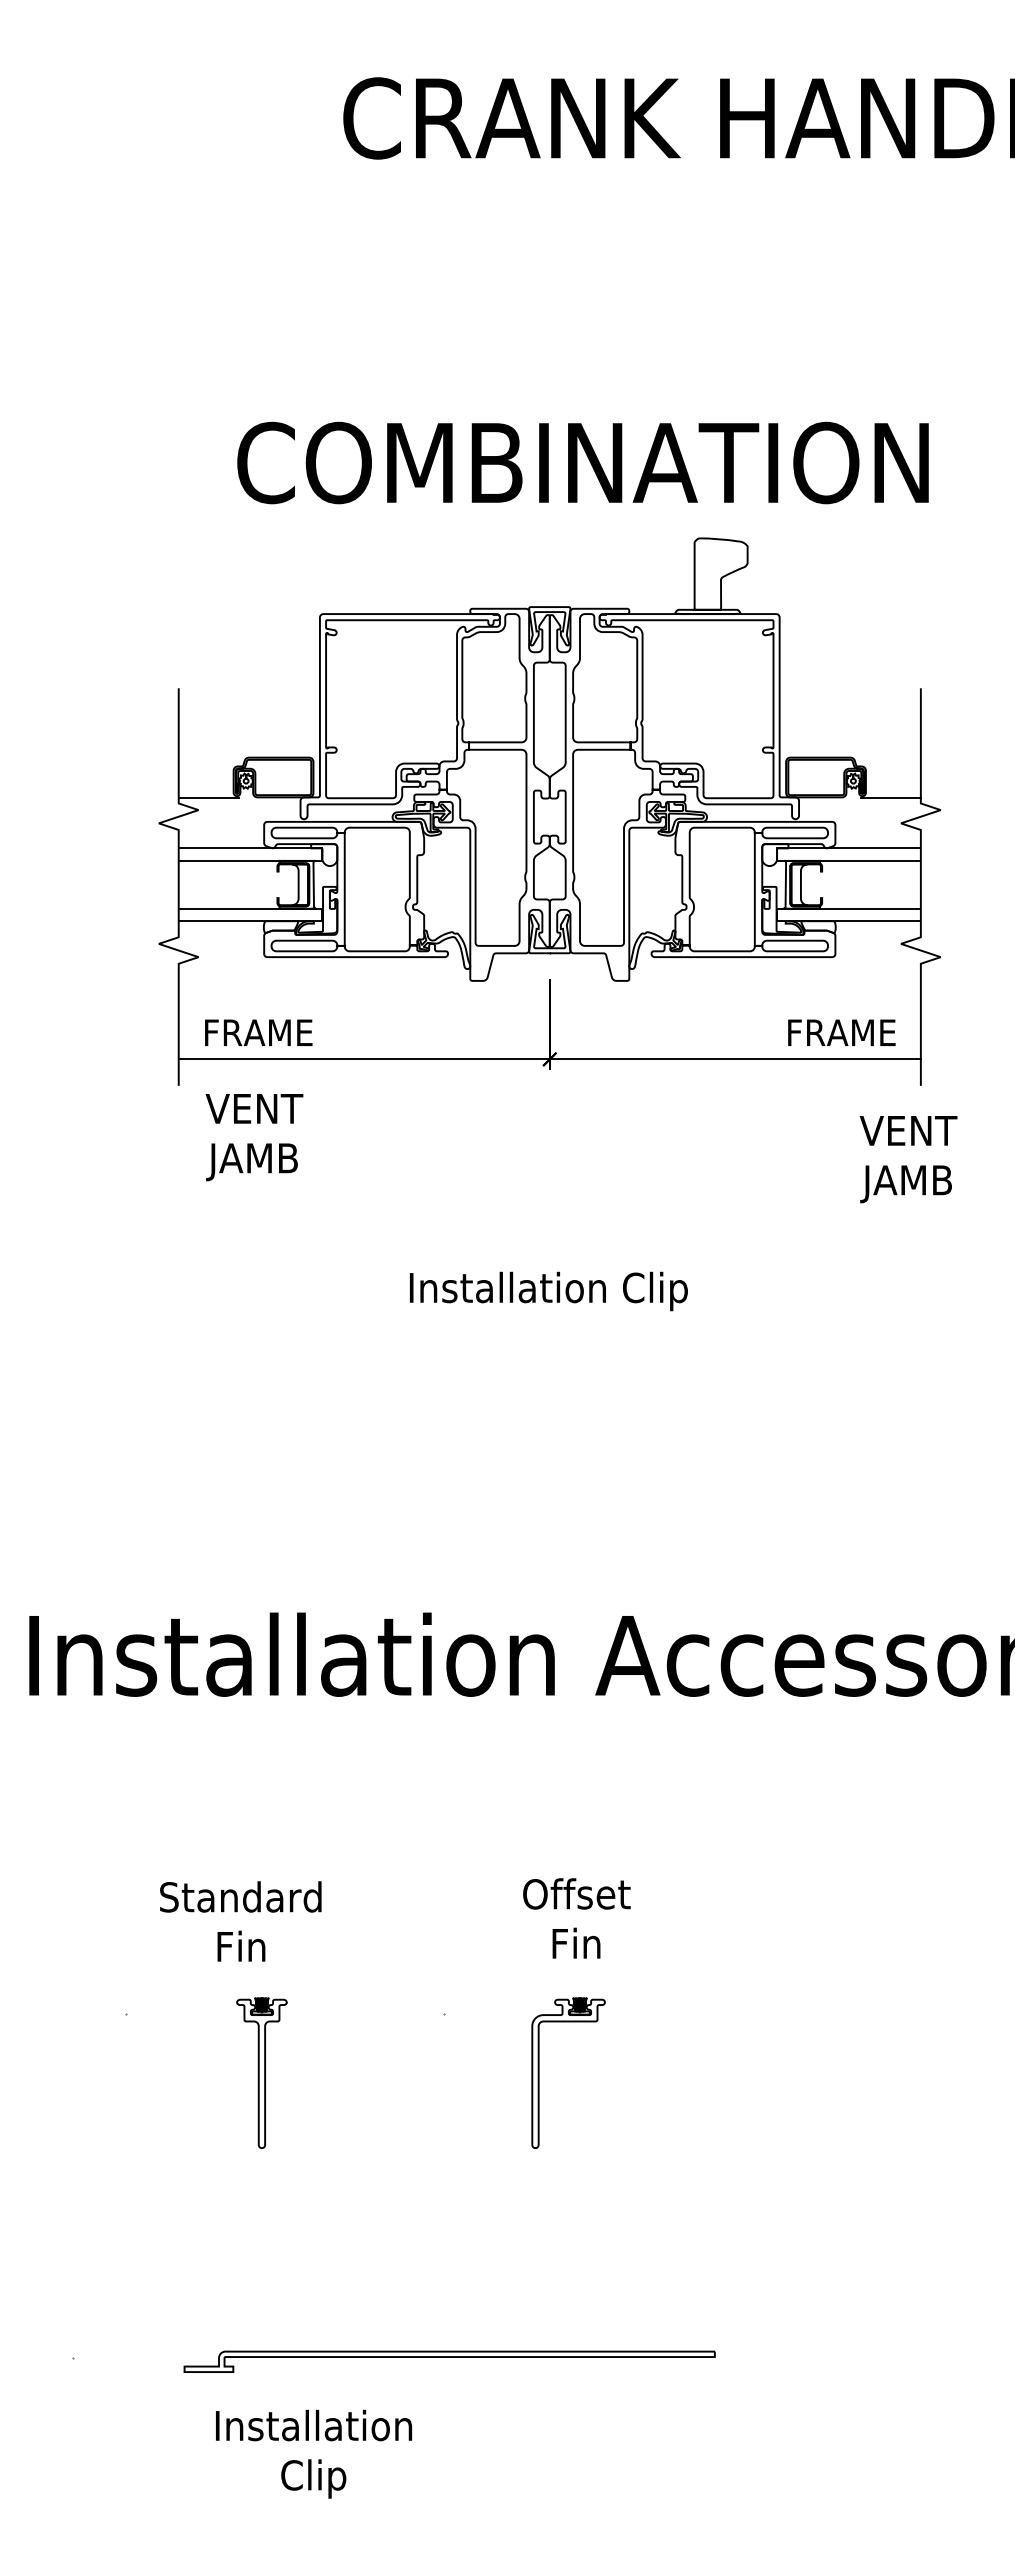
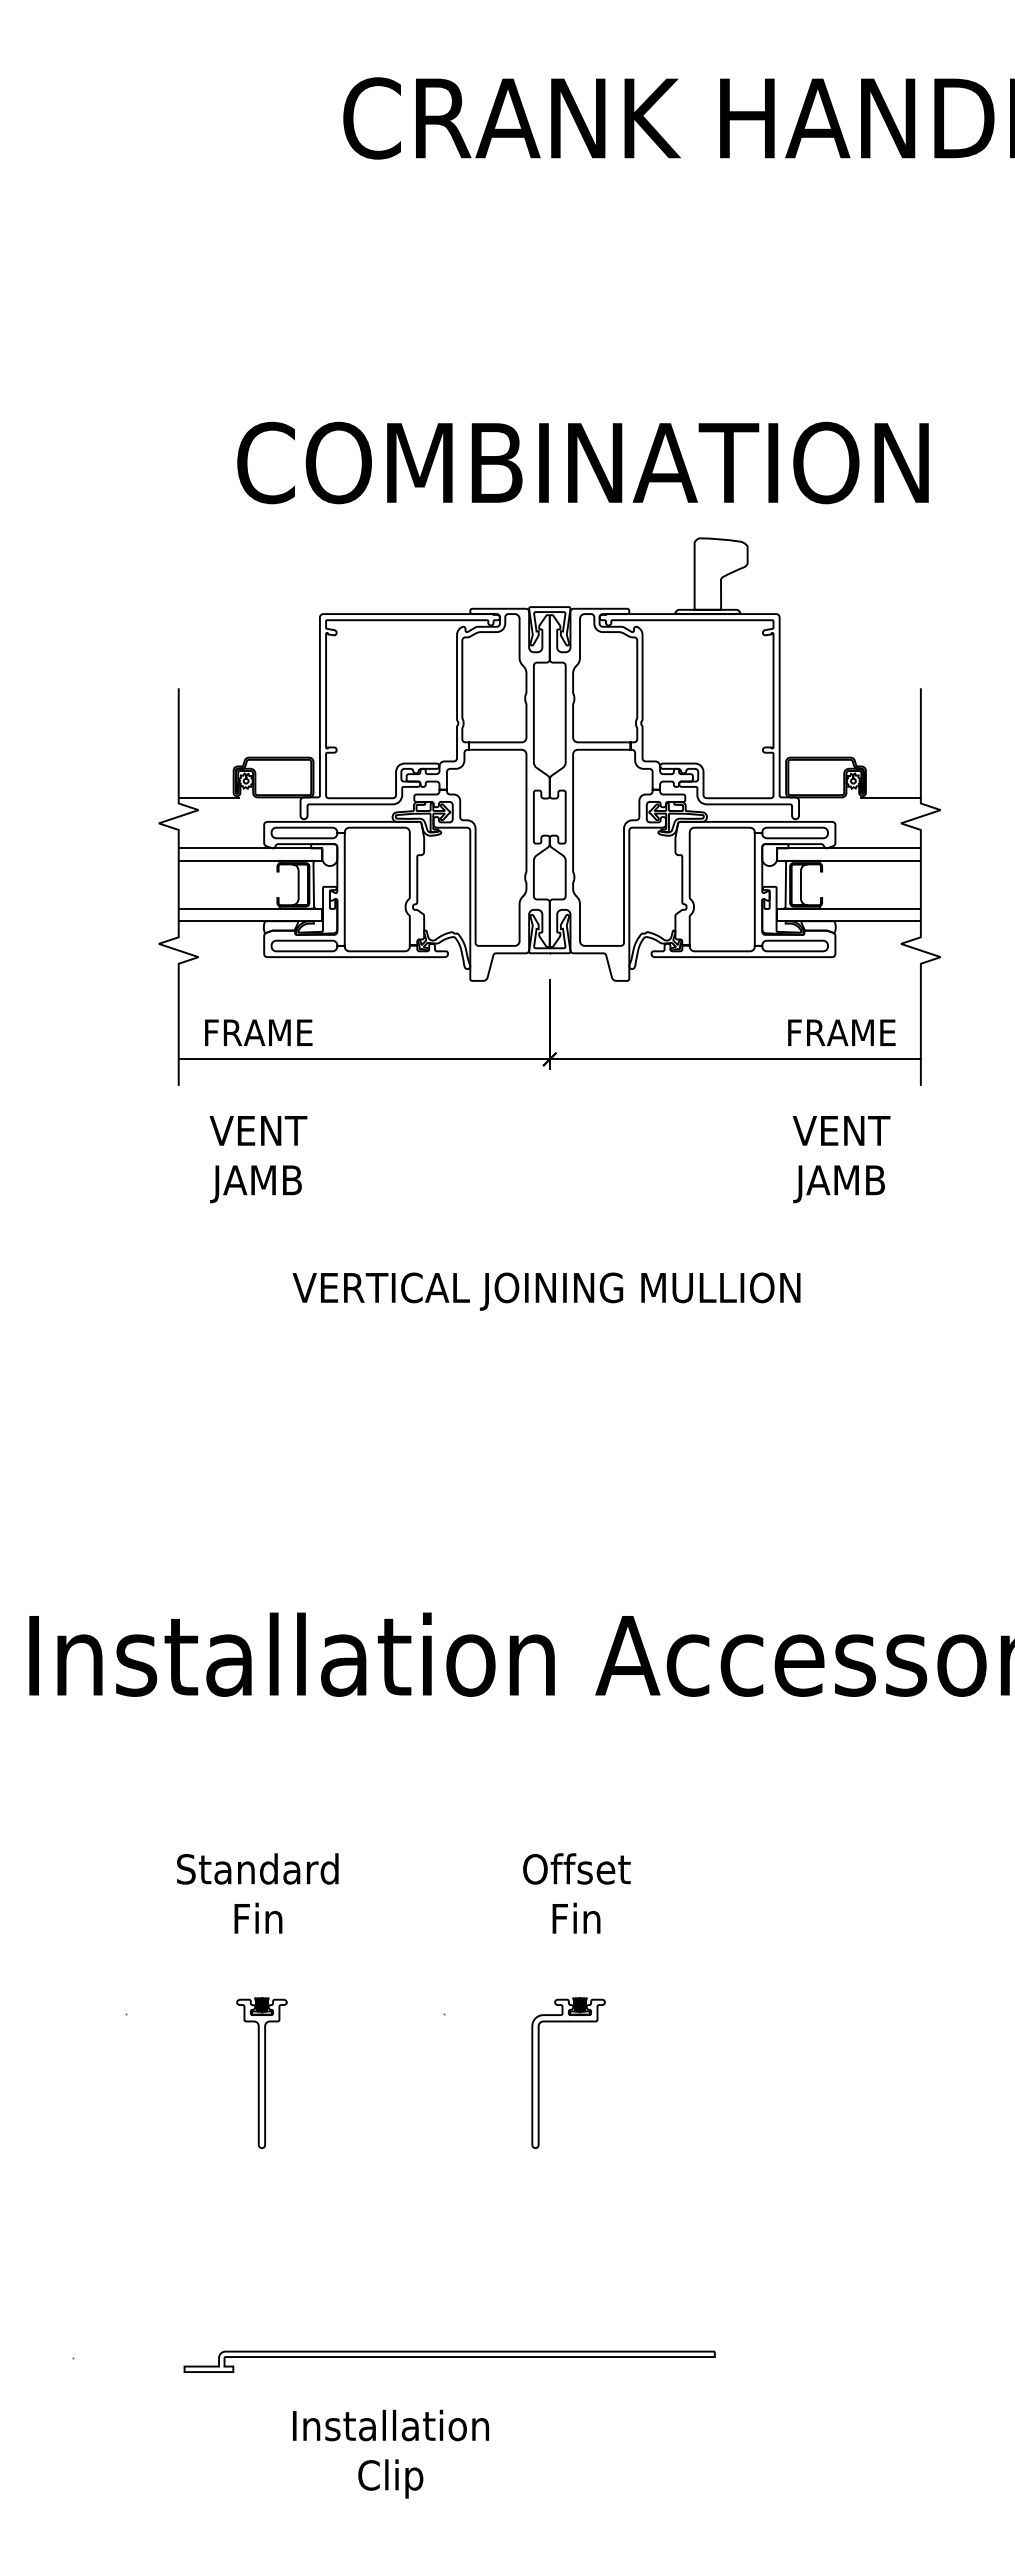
text at (254, 1137) position: (254, 1137) -> (258, 1159)
text at (908, 1159) position: (908, 1159) -> (841, 1159)
text at (546, 1291): Installation Clip -> VERTICAL JOINING MULLION
text at (576, 1918) position: (576, 1918) -> (576, 1893)
text at (240, 1921) position: (240, 1921) -> (257, 1893)
text at (313, 2453) position: (313, 2453) -> (390, 2453)
